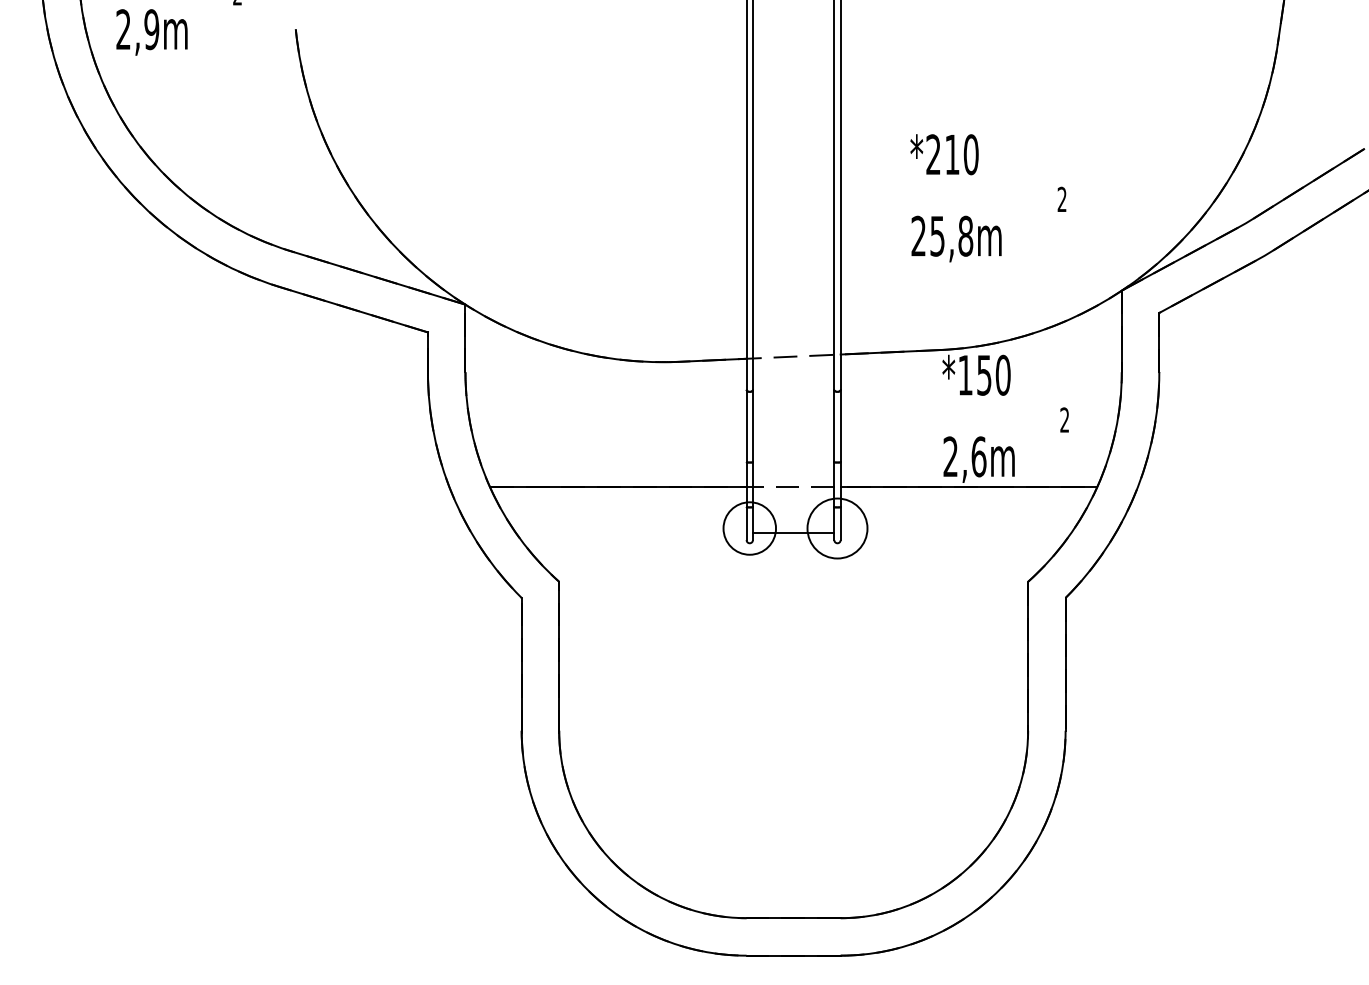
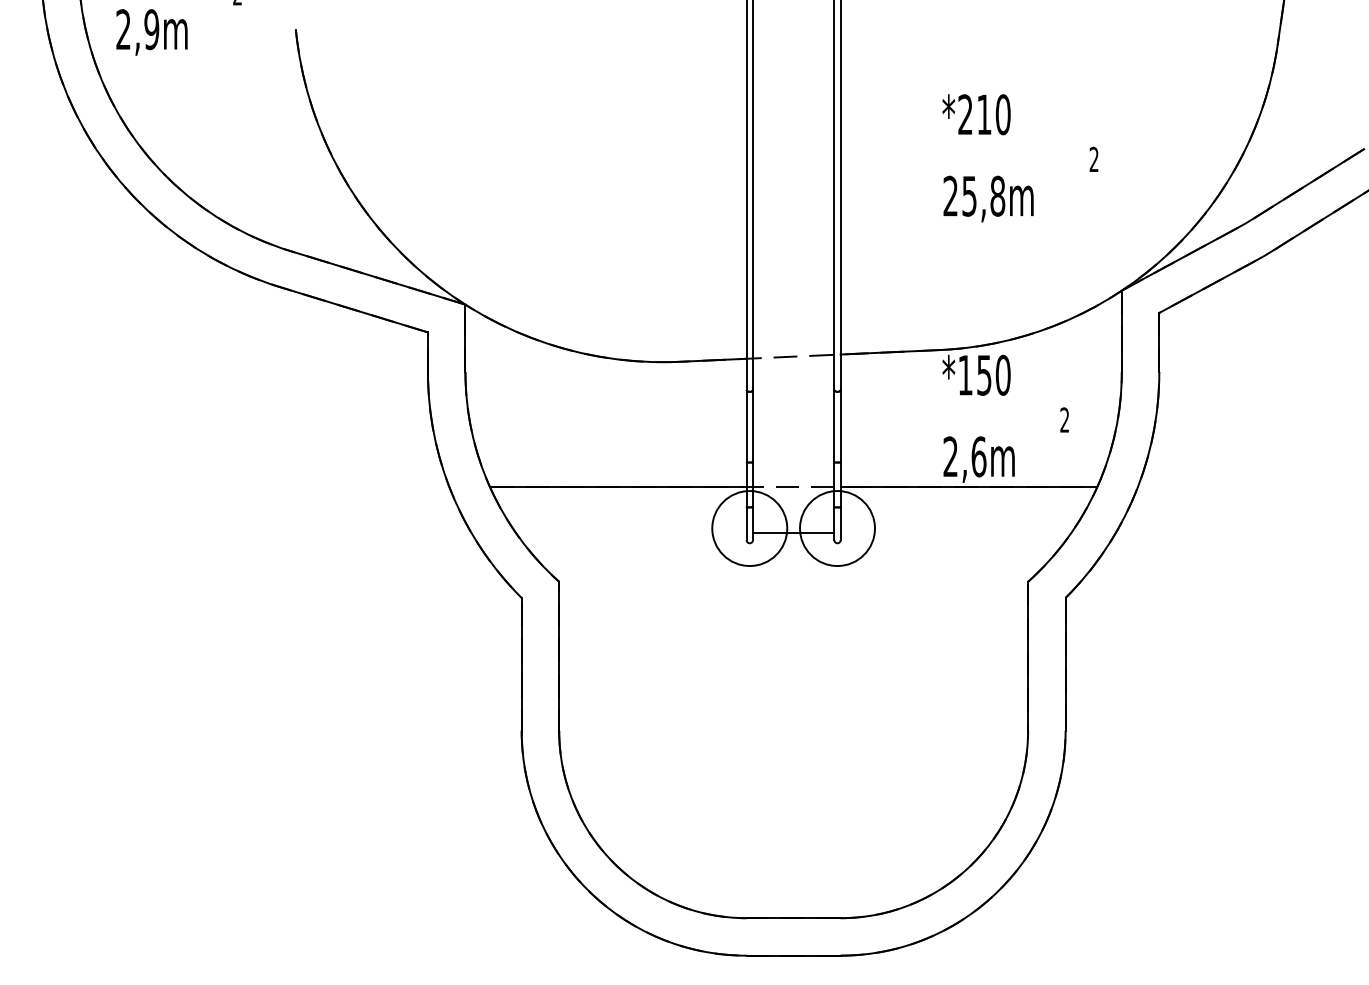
text at (988, 198) position: (988, 198) -> (1020, 158)
circle at (749, 528) diameter: 52 px -> 75 px
circle at (837, 528) diameter: 60 px -> 75 px
